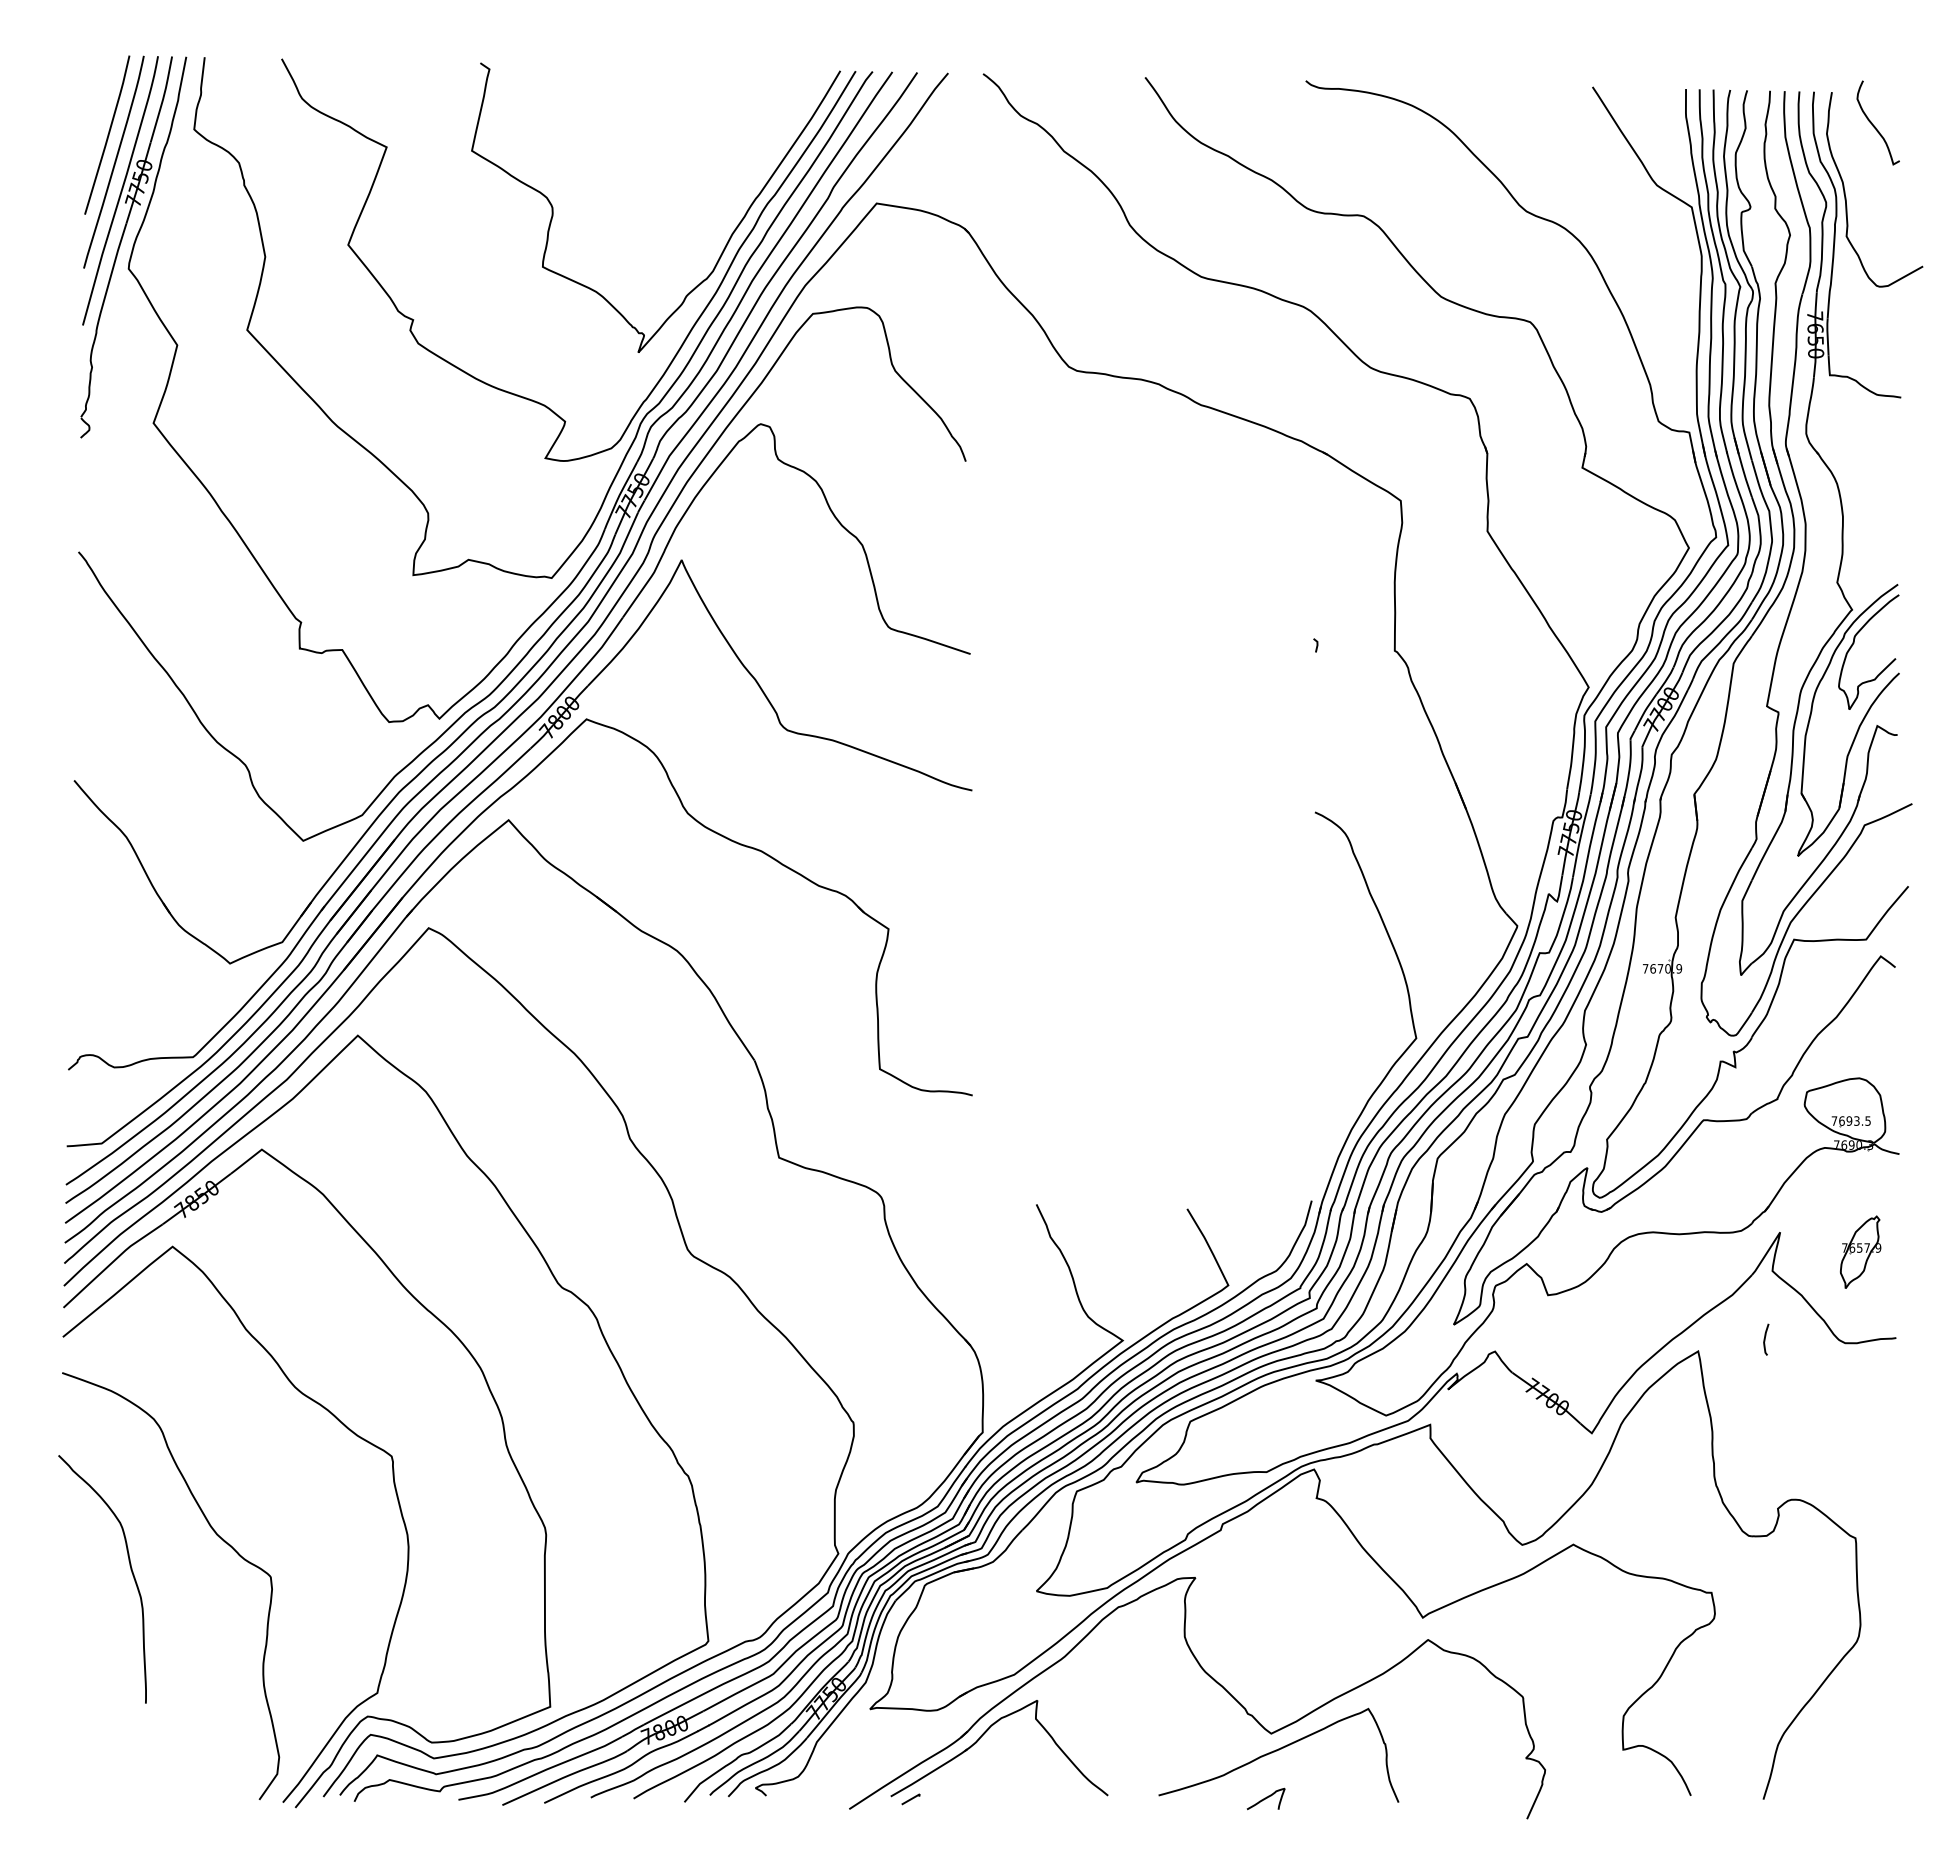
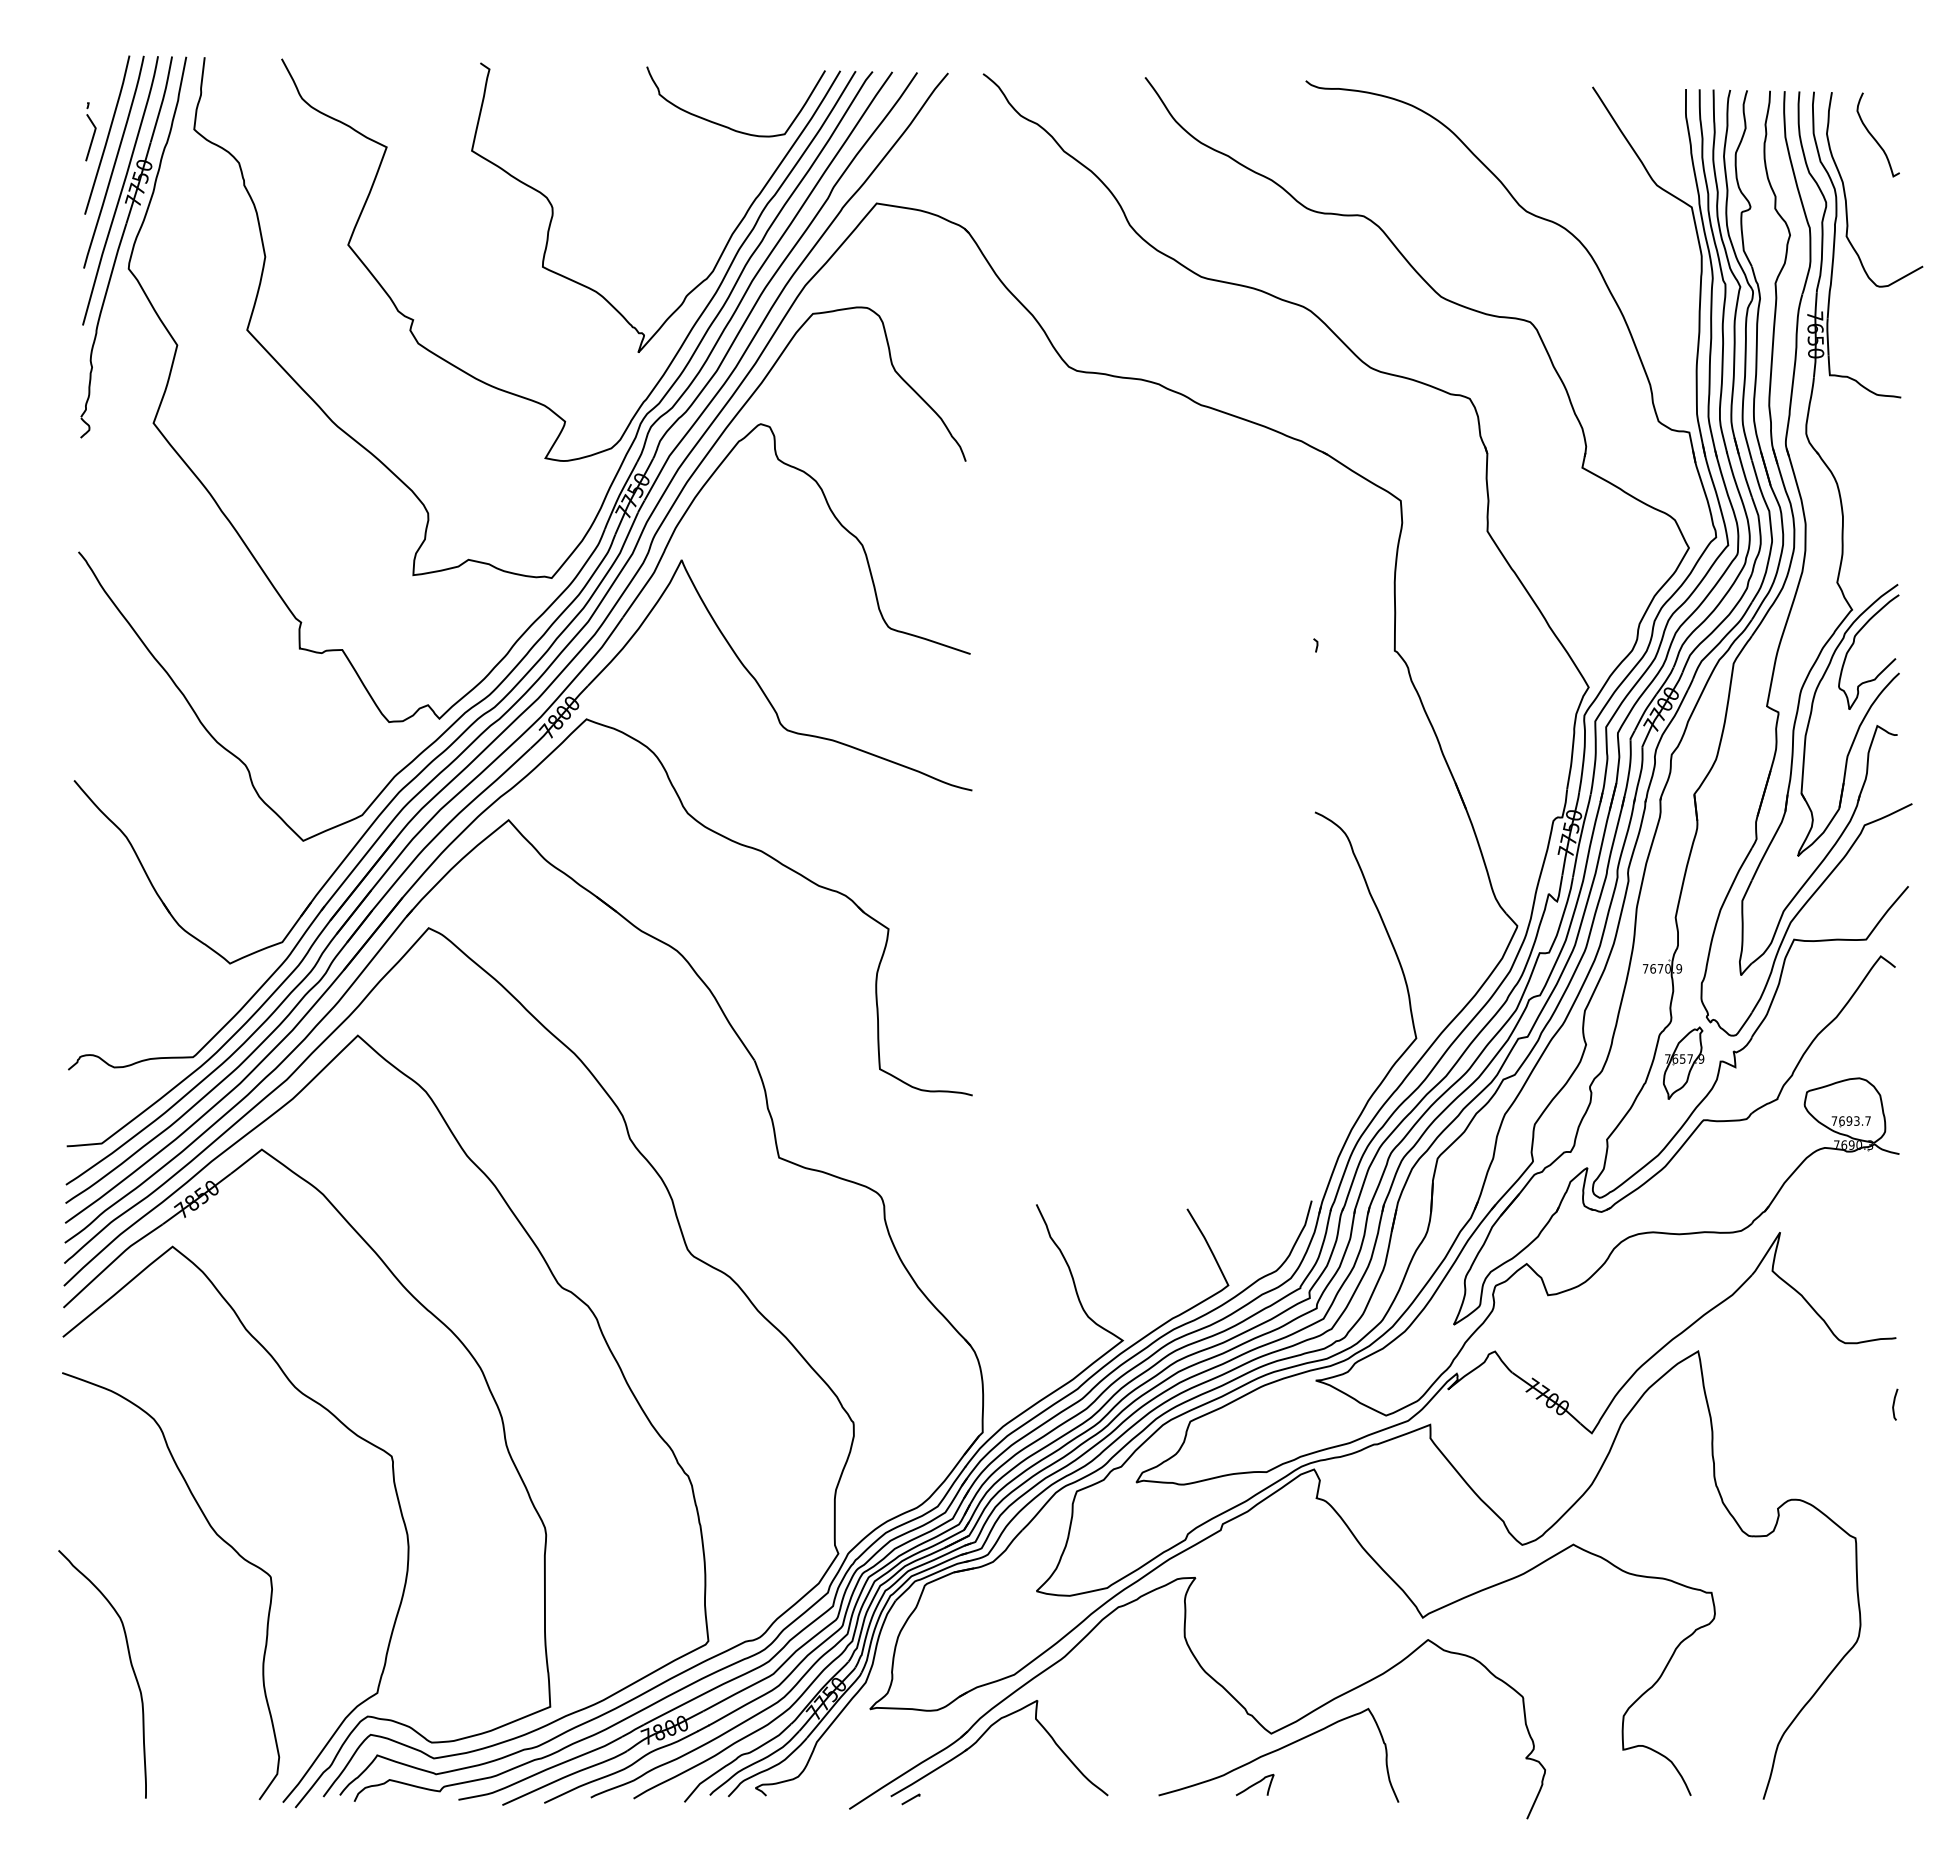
curve at (1874, 125) position: (1874, 125) -> (1874, 137)
part at (728, 126): none -> present
part at (90, 131): none -> present
text at (1867, 1120): 7693.5 -> 7693.7
part at (1860, 1251) position: (1860, 1251) -> (1683, 1062)
curve at (1765, 1339) position: (1765, 1339) -> (1894, 1404)
curve at (130, 1569) position: (130, 1569) -> (130, 1664)
curve at (1265, 1798) position: (1265, 1798) -> (1254, 1784)
